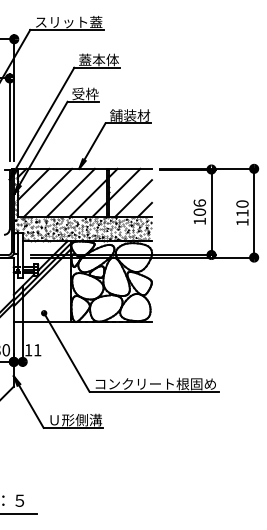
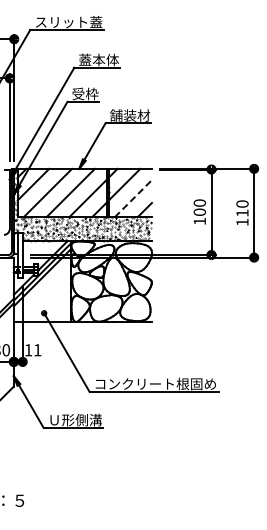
line at (133, 198): solid -> dashed
text at (199, 202): 106 -> 100
line at (19, 514): present -> none
